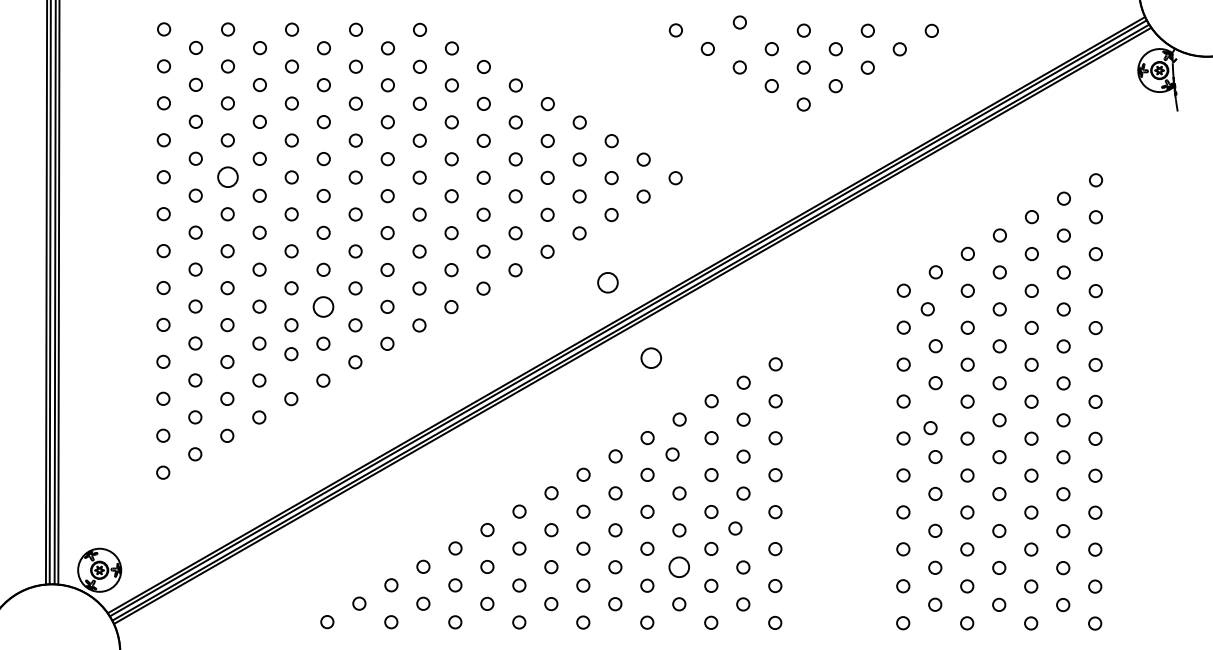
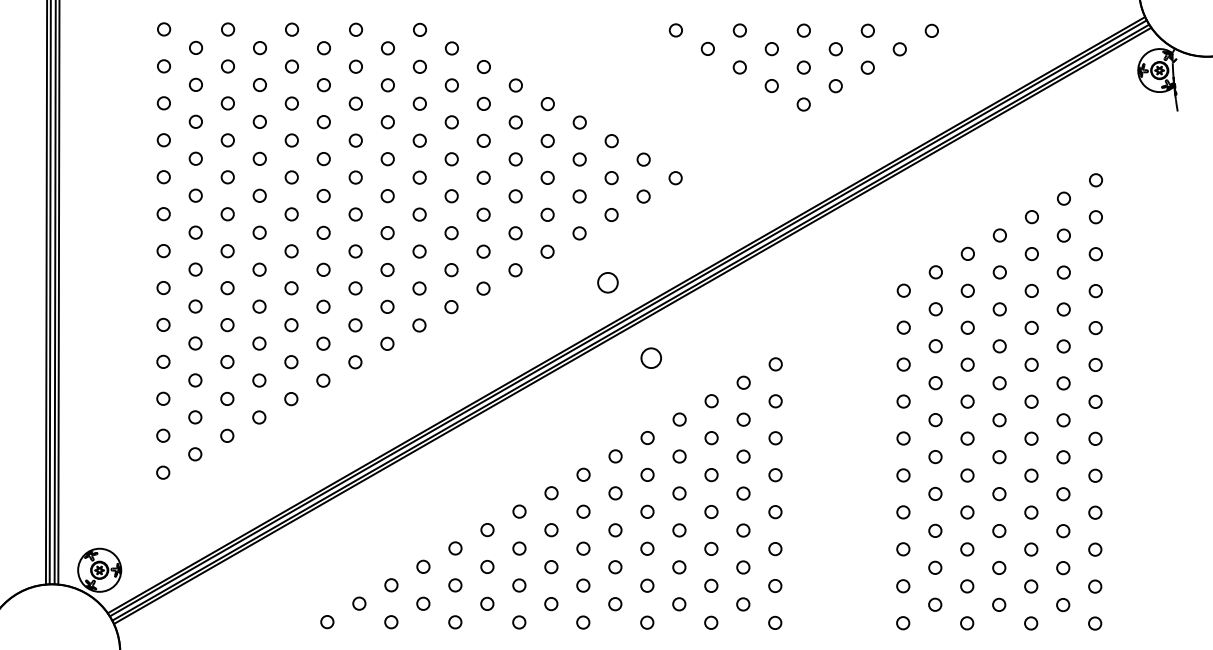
circle at (739, 22) position: (739, 22) -> (739, 30)
circle at (227, 176) size: 22x22 px -> 15x15 px
circle at (323, 306) size: 23x22 px -> 15x15 px
circle at (927, 309) position: (927, 309) -> (935, 309)
circle at (291, 354) position: (291, 354) -> (291, 362)
circle at (930, 428) position: (930, 428) -> (935, 420)
circle at (672, 454) position: (672, 454) -> (679, 456)
circle at (735, 528) position: (735, 528) -> (743, 530)
circle at (678, 566) size: 22x22 px -> 15x15 px
